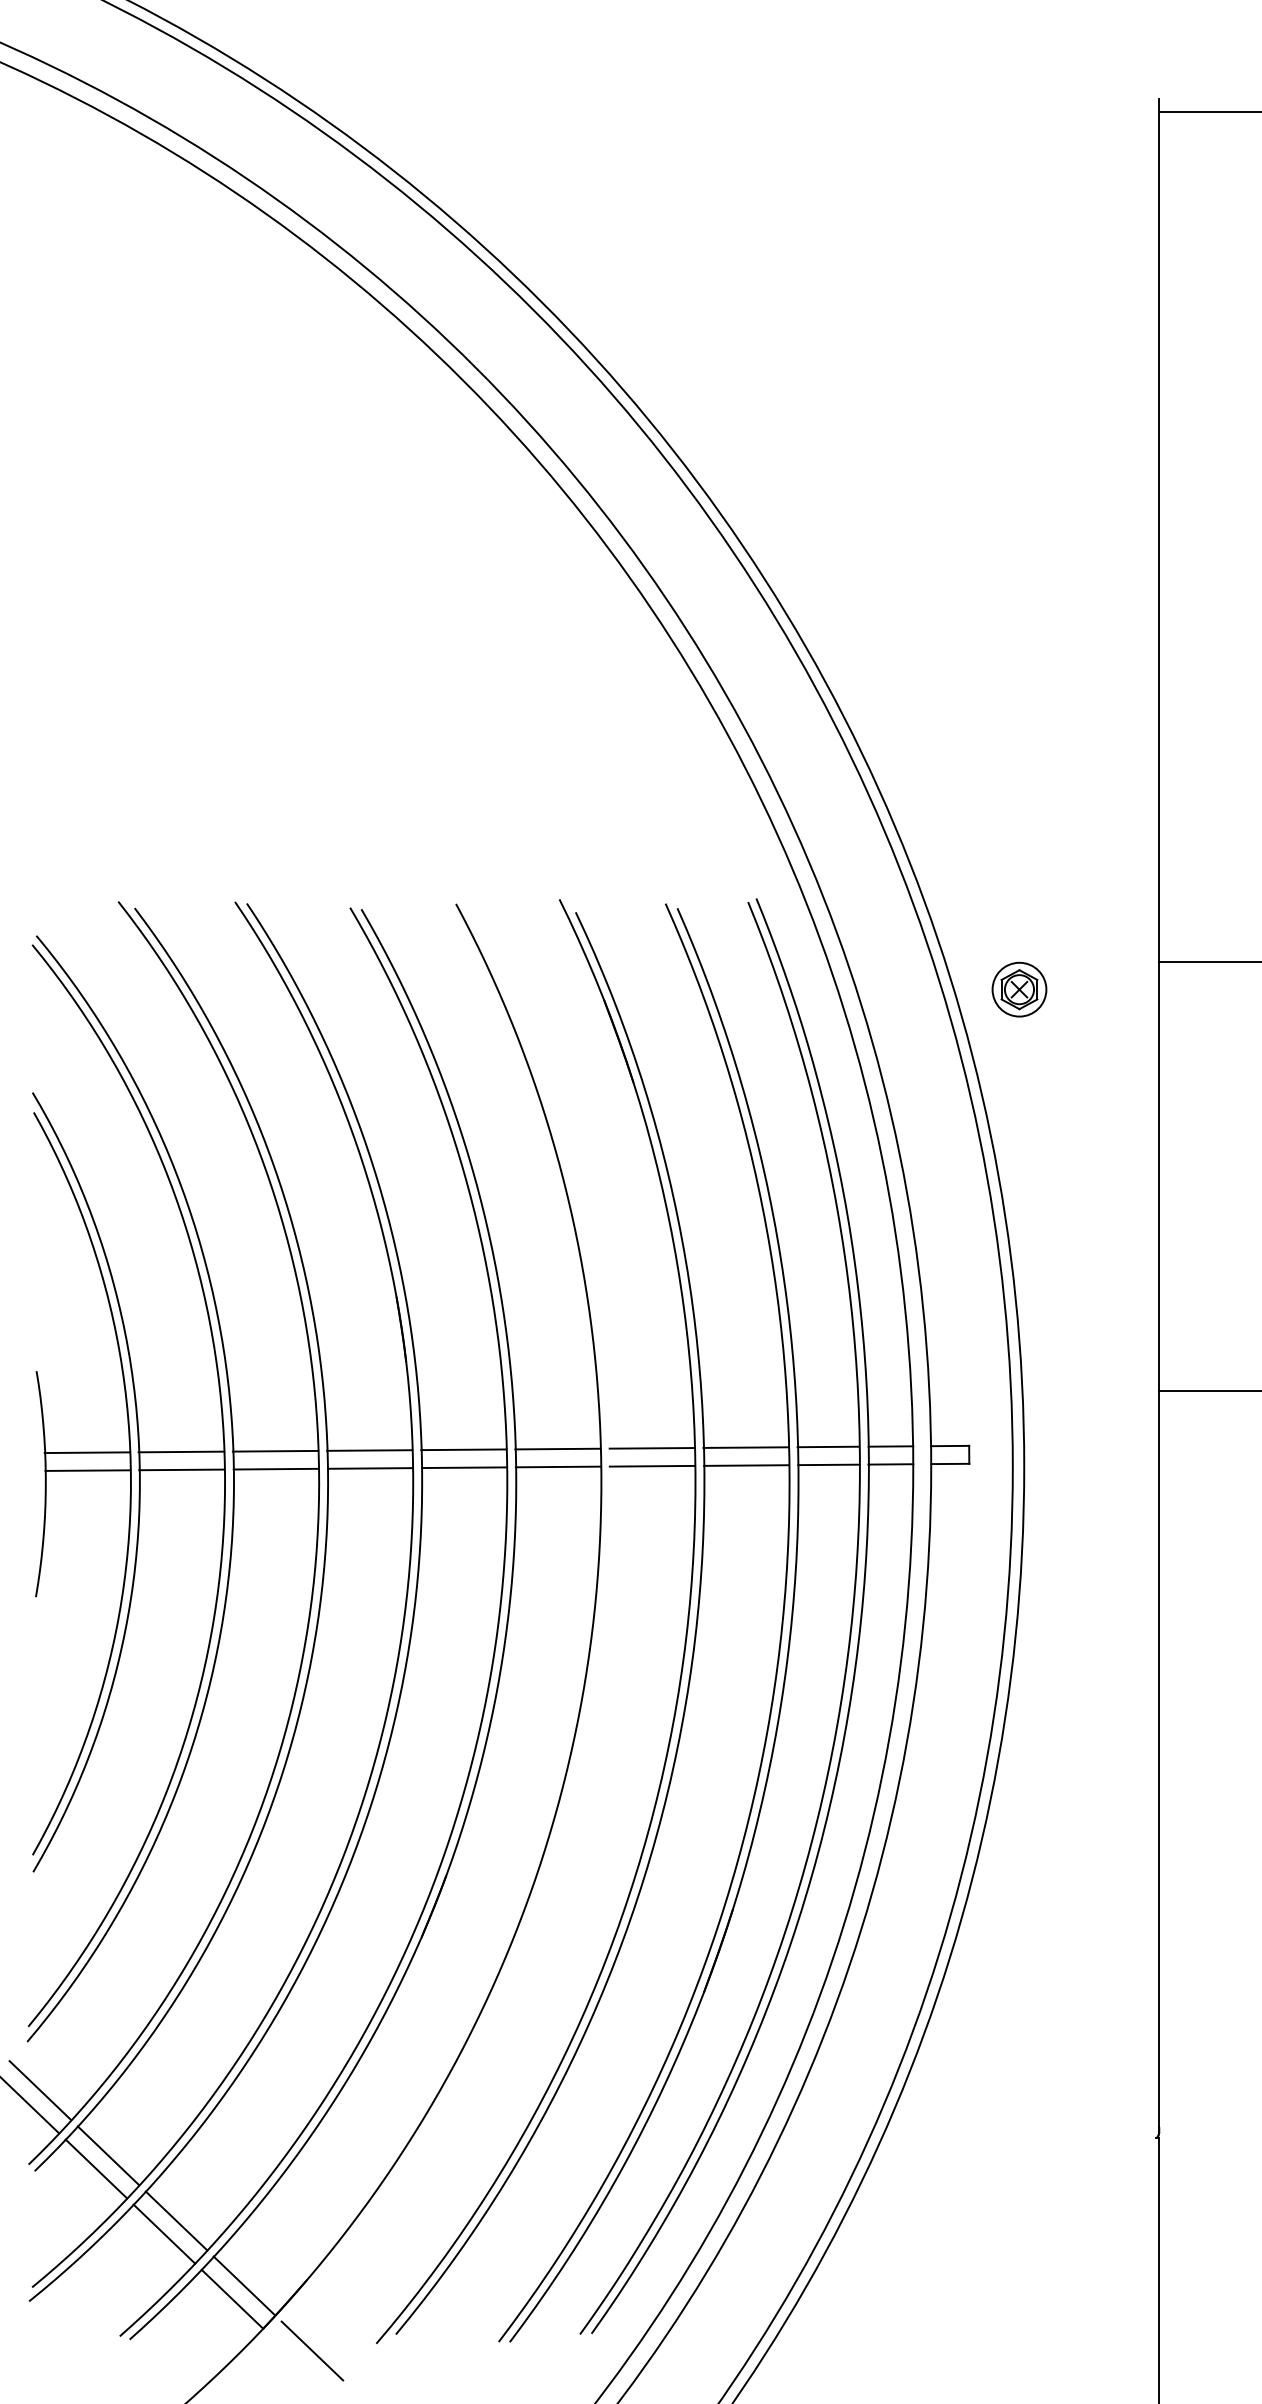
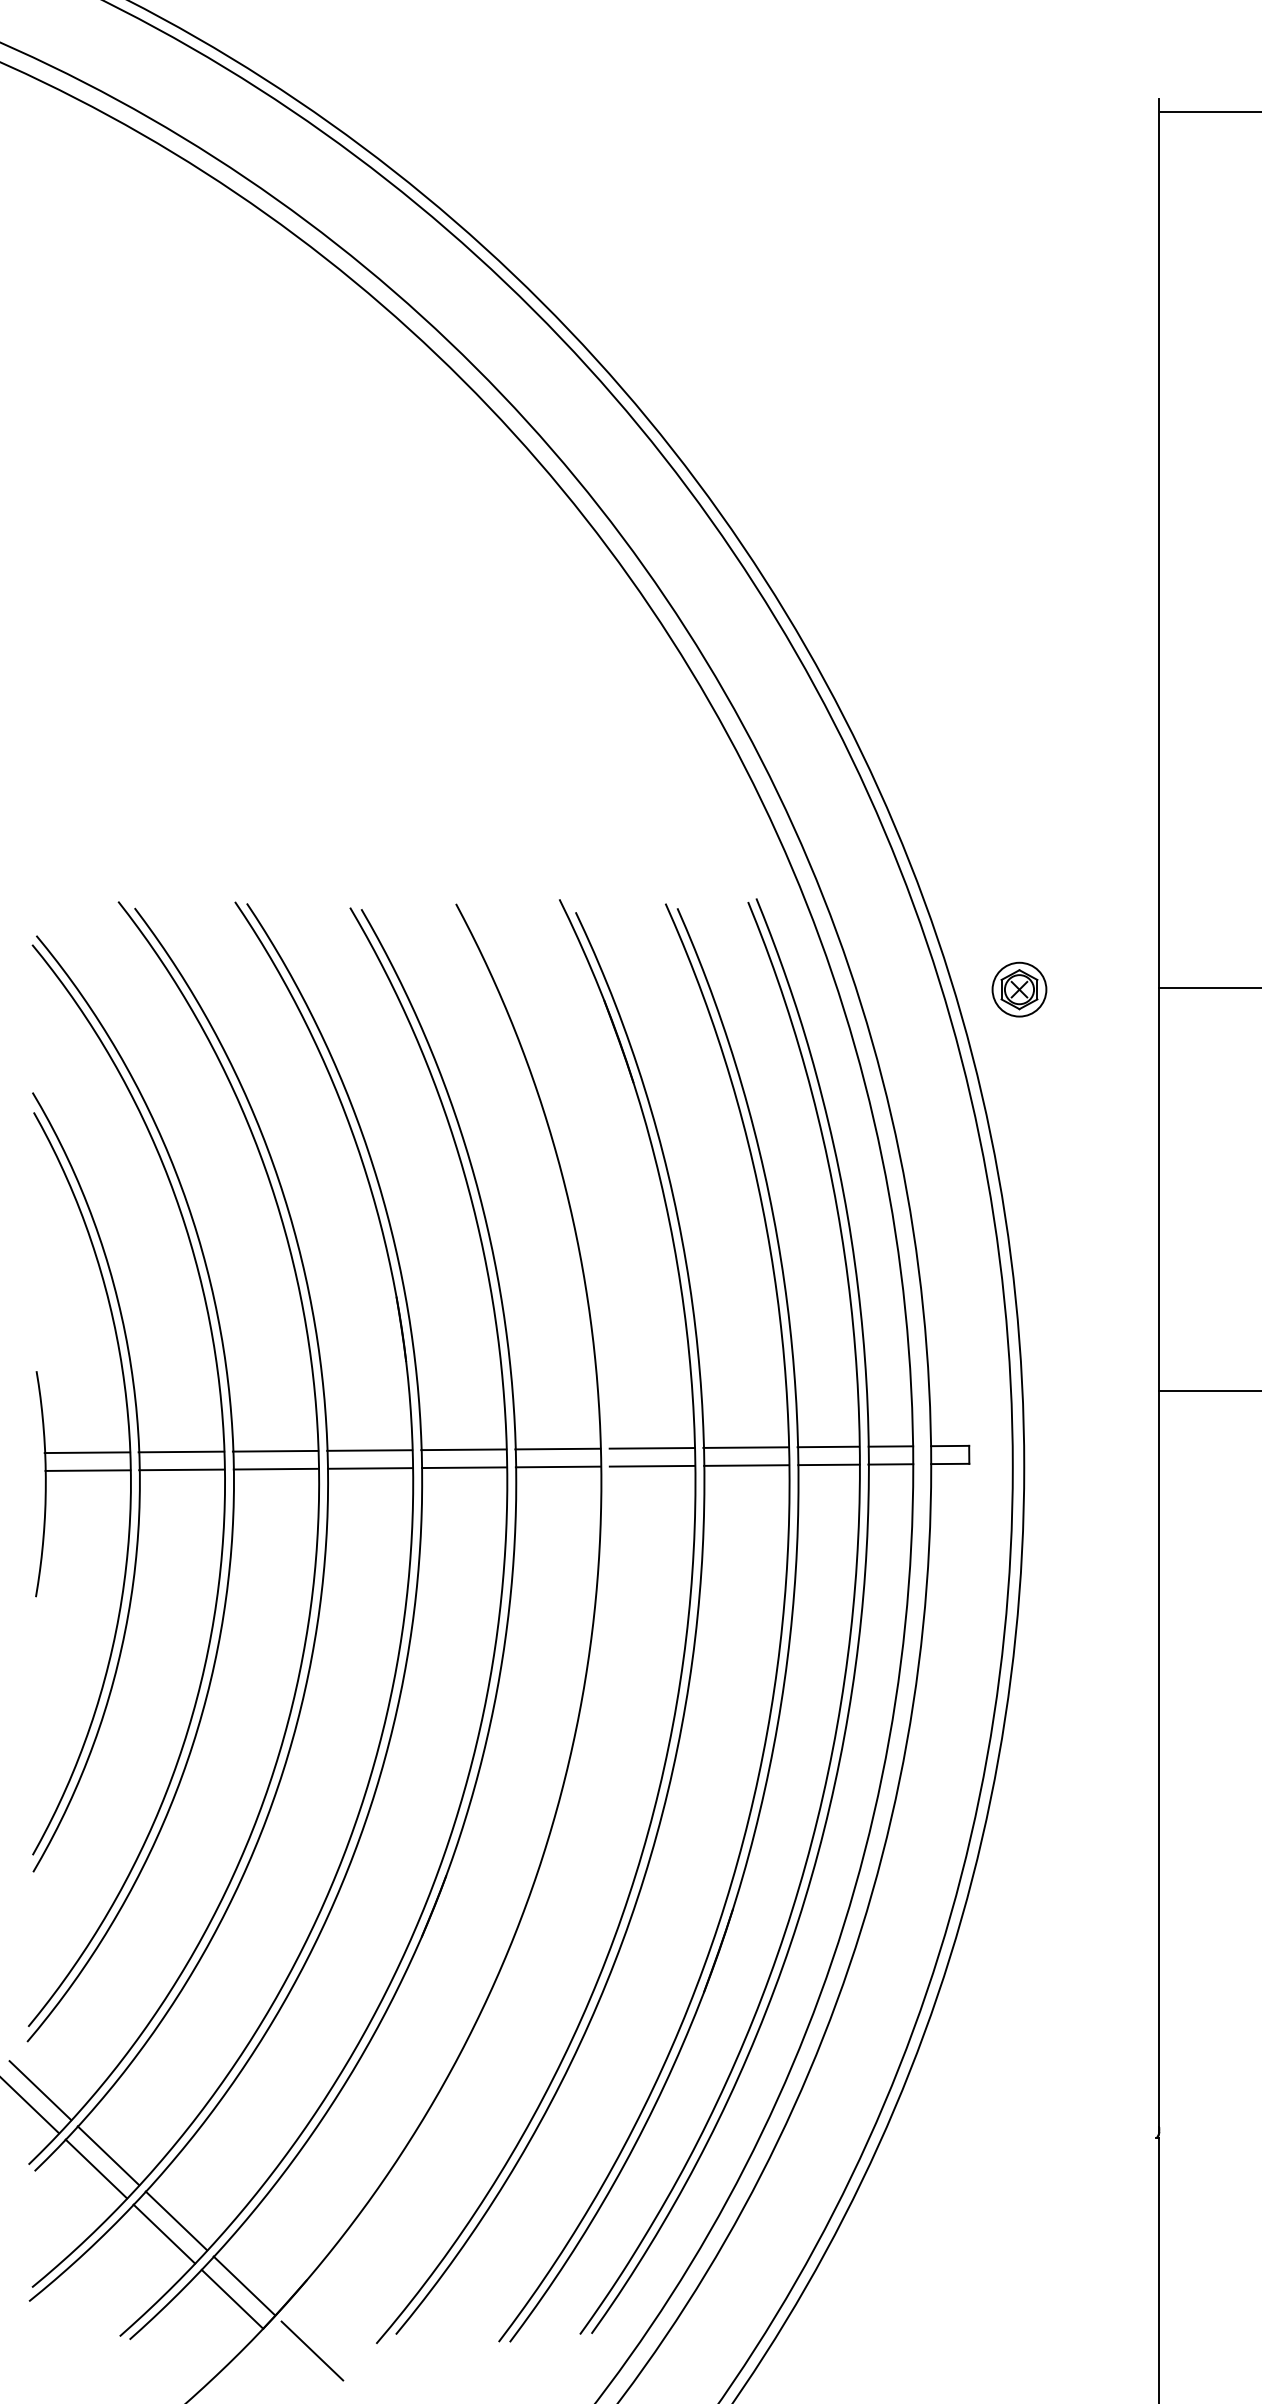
line at (1208, 961) position: (1208, 961) -> (1208, 987)
